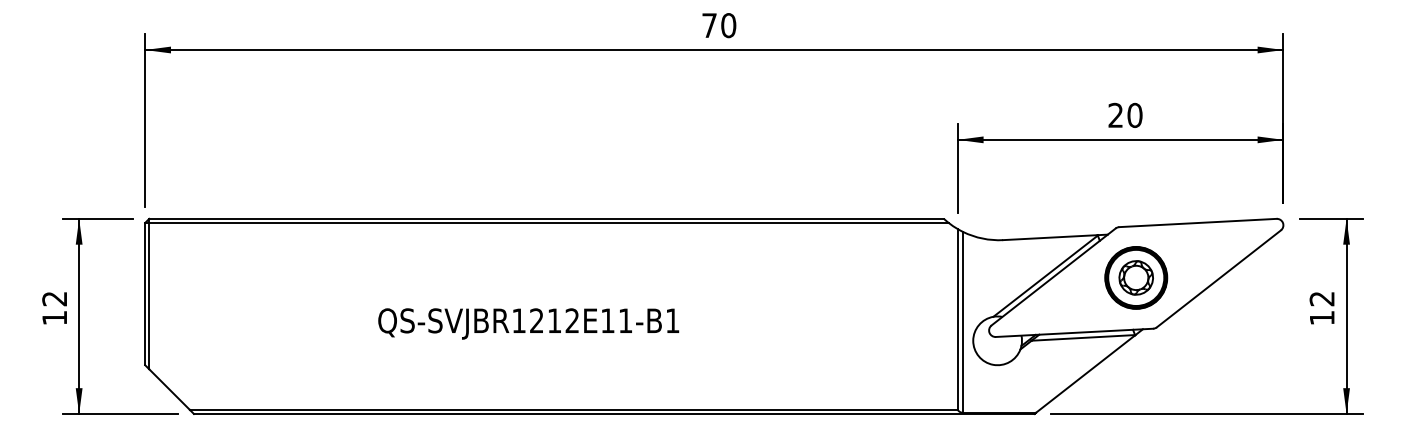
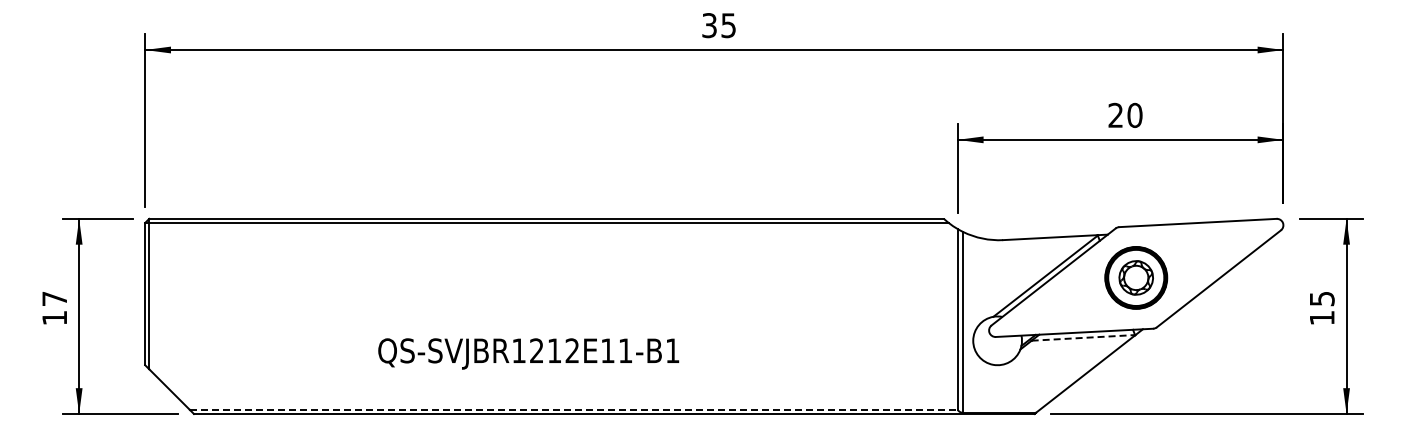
text at (719, 25): 70 -> 35
text at (54, 299): 12 -> 17
text at (1321, 299): 12 -> 15
text at (528, 323) position: (528, 323) -> (528, 353)
line at (1083, 337): solid -> dashed
line at (573, 409): solid -> dashed
